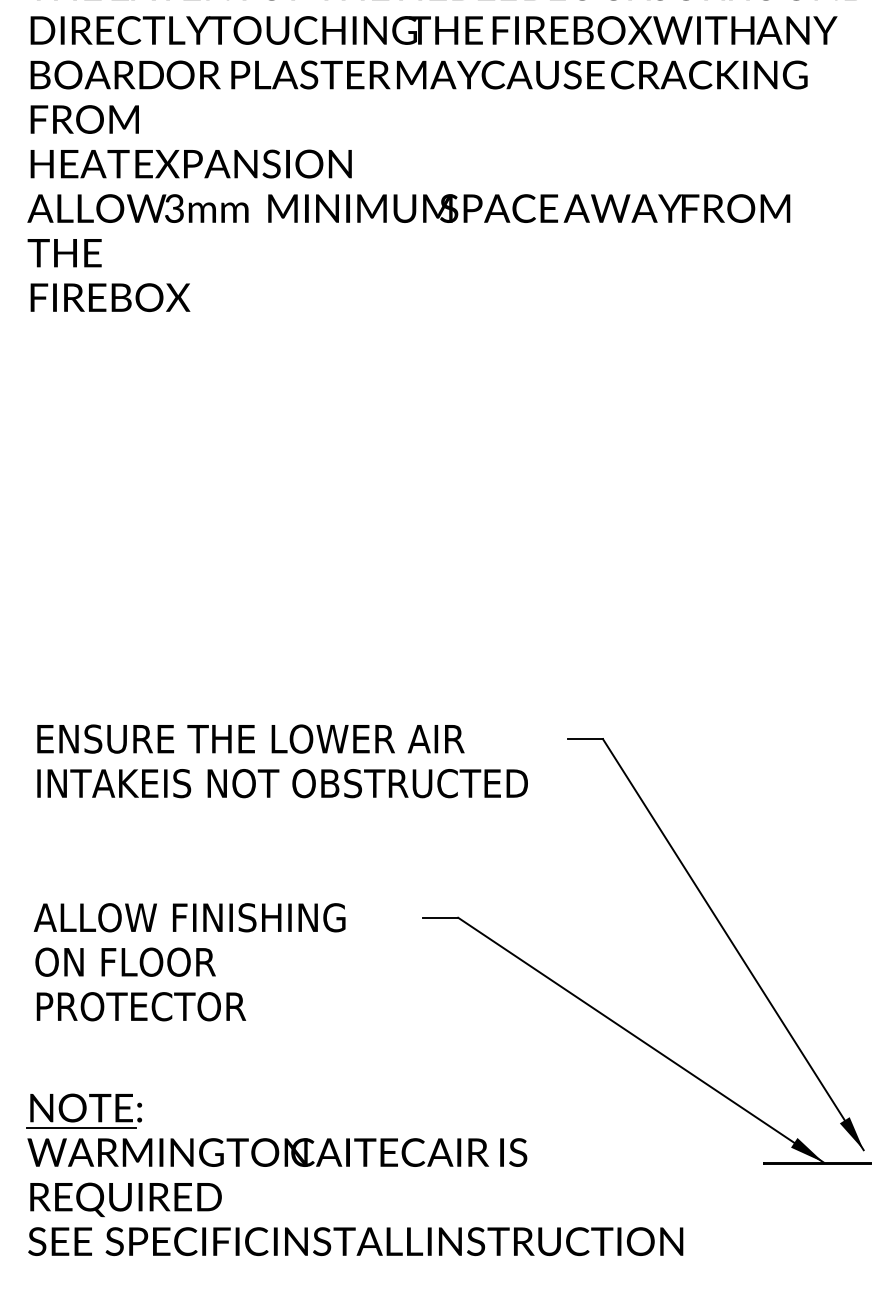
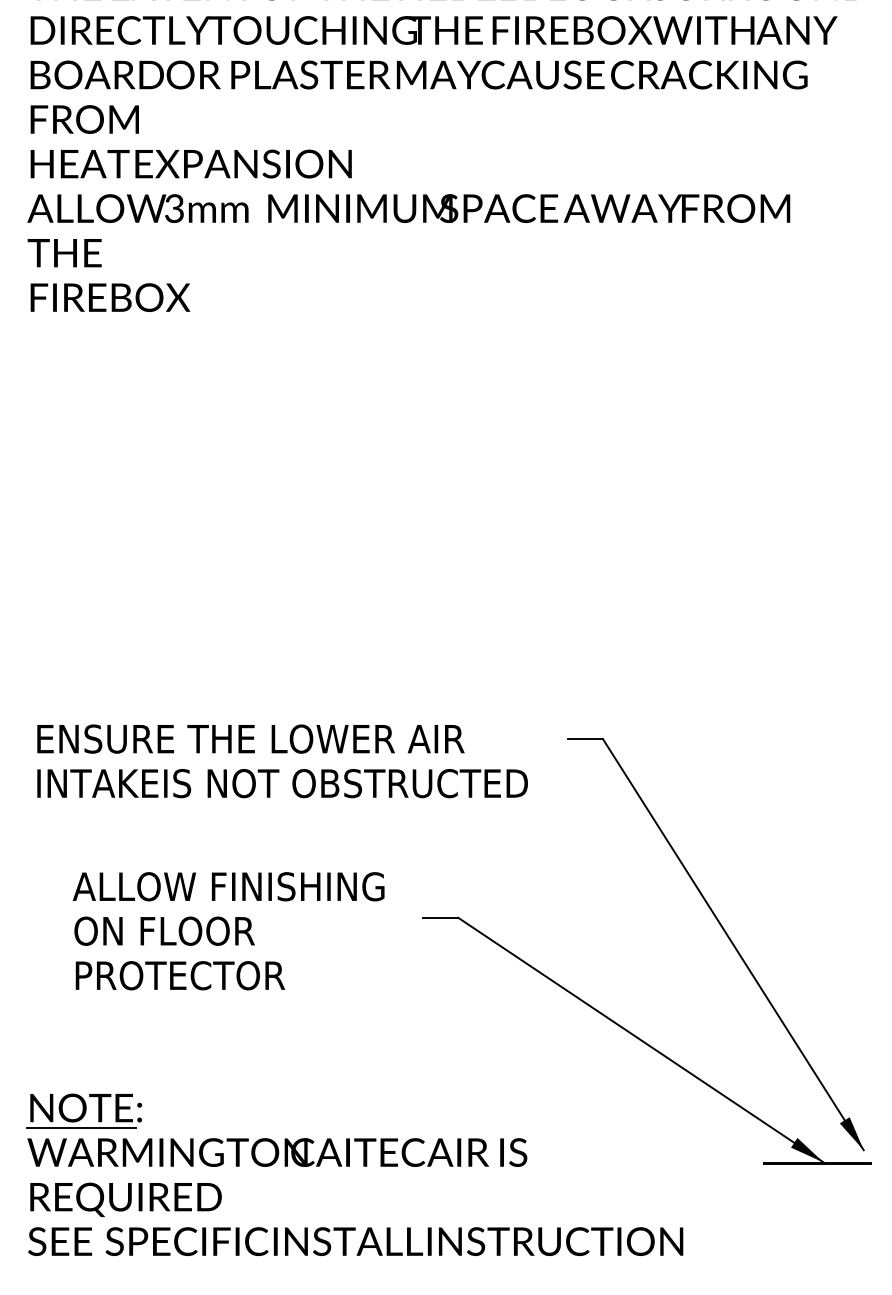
text at (189, 962) position: (189, 962) -> (228, 931)
